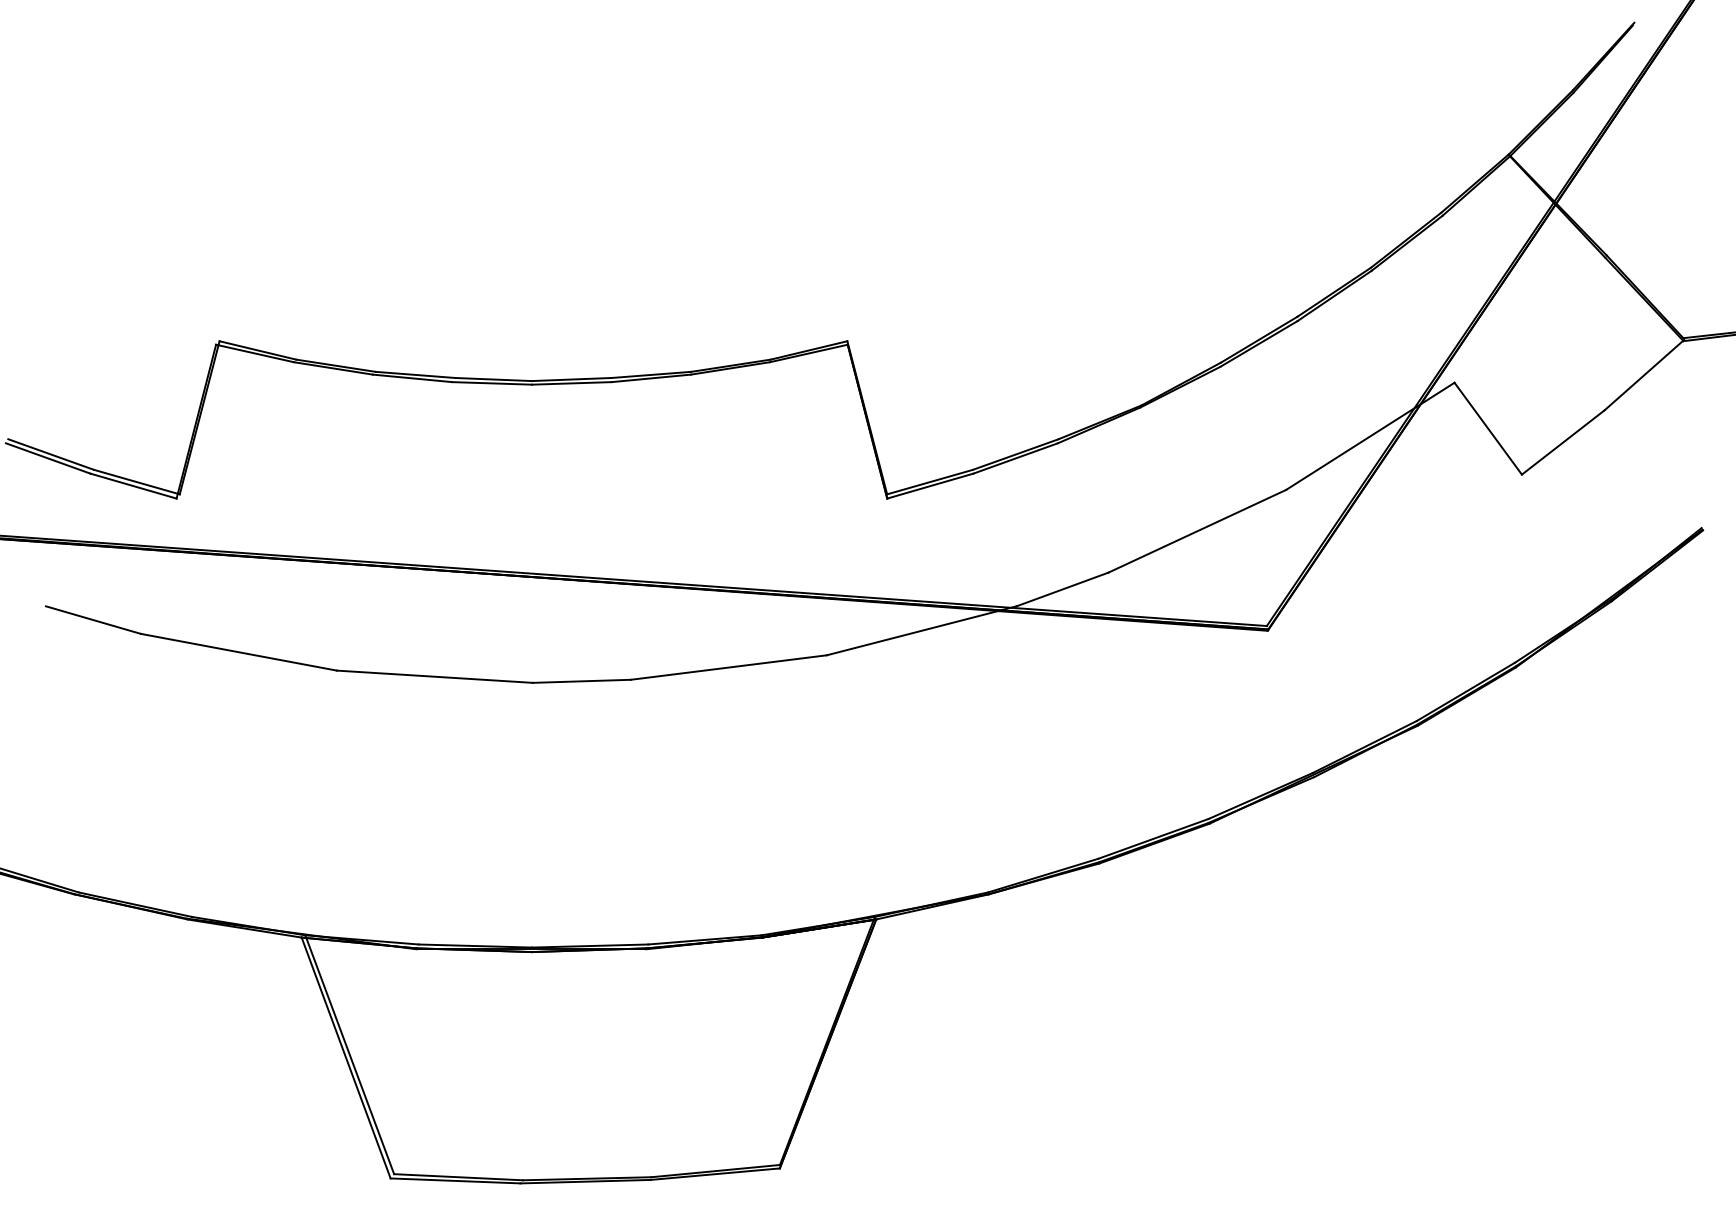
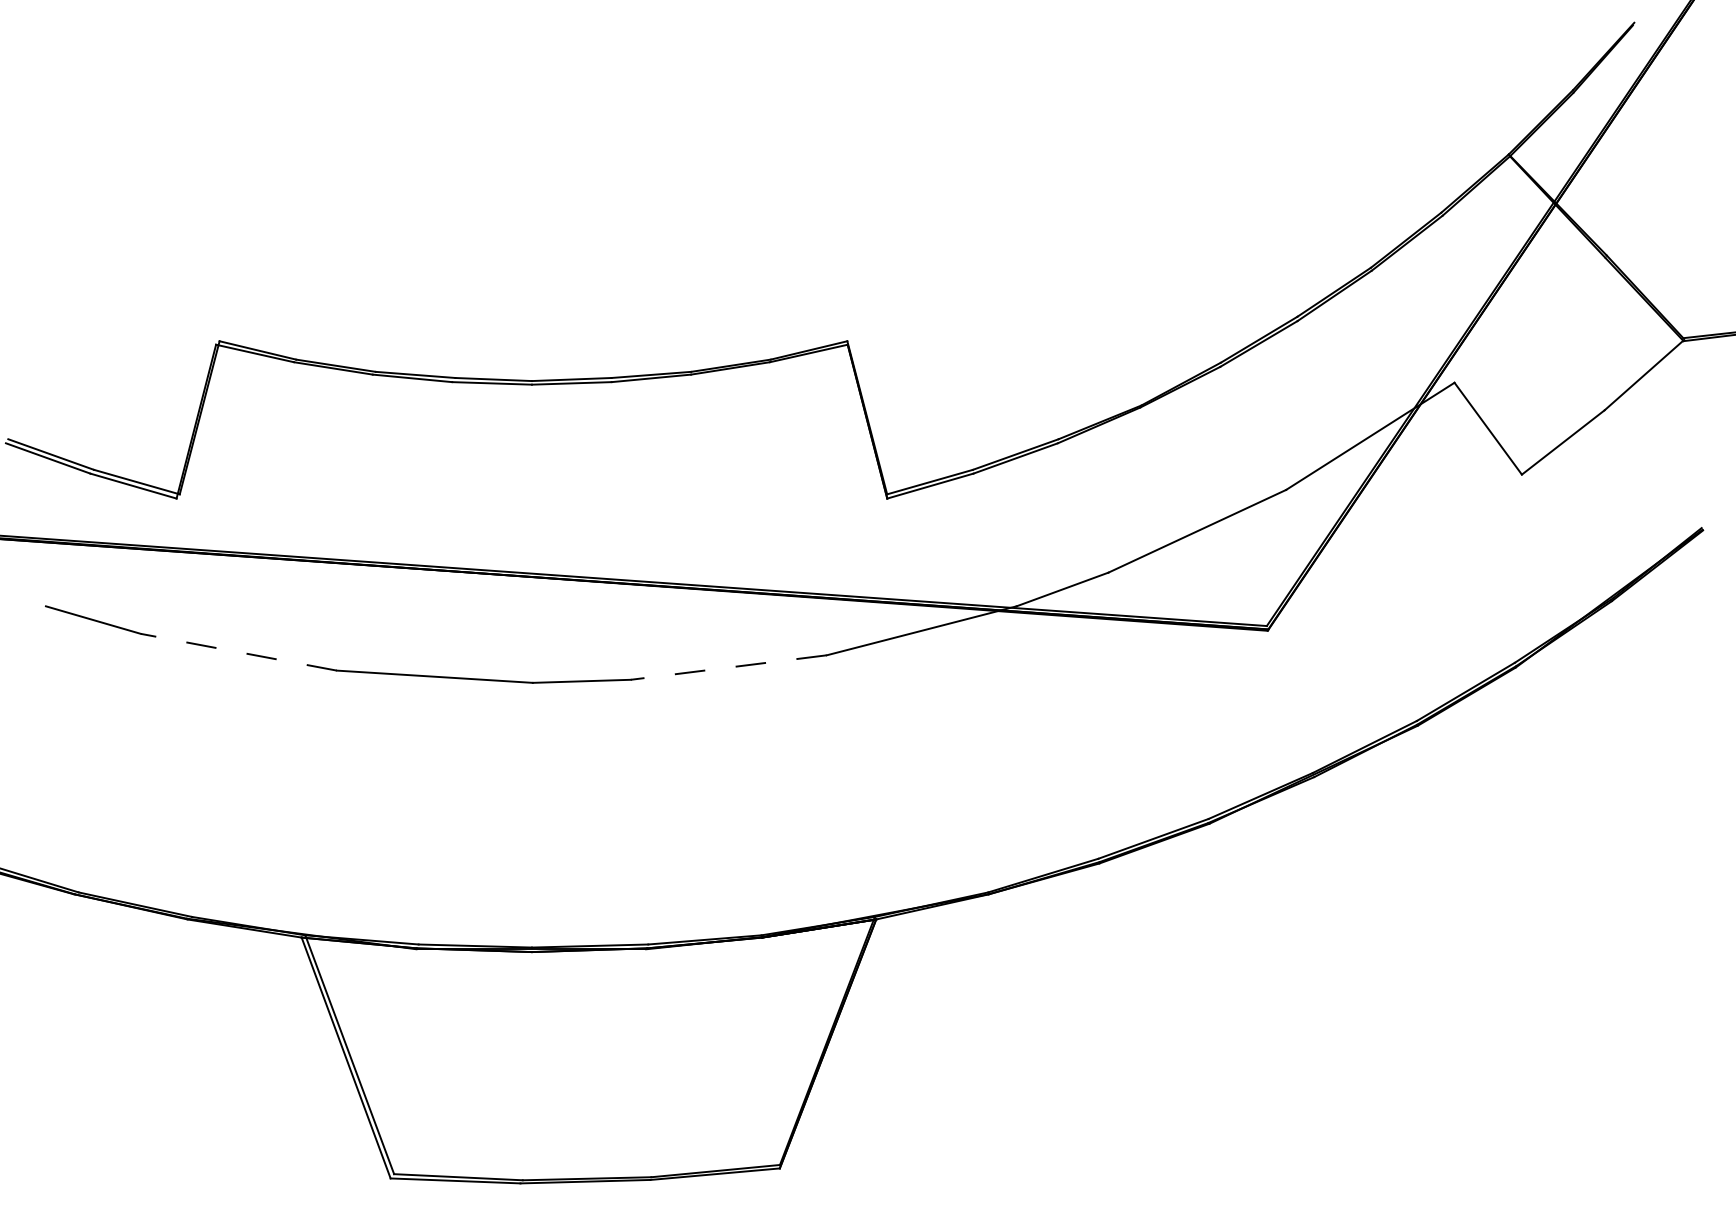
line at (238, 652): solid -> dashed
line at (728, 667): solid -> dashed
